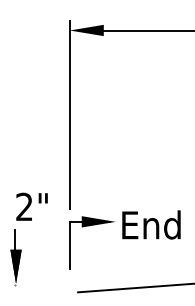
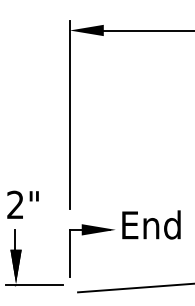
text at (31, 206) position: (31, 206) -> (22, 204)
part at (89, 226) position: (89, 226) -> (89, 234)
line at (33, 284): none -> present
